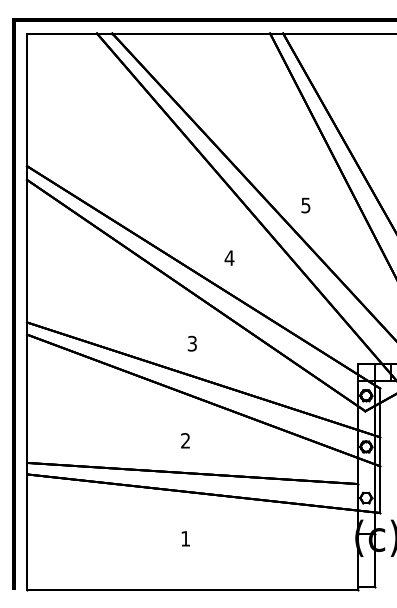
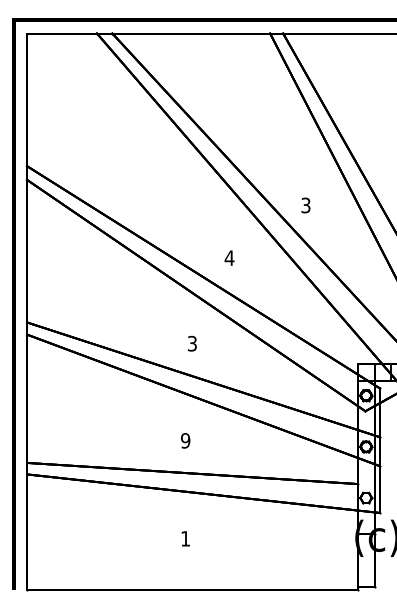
text at (305, 204): 5 -> 3
text at (185, 440): 2 -> 9
